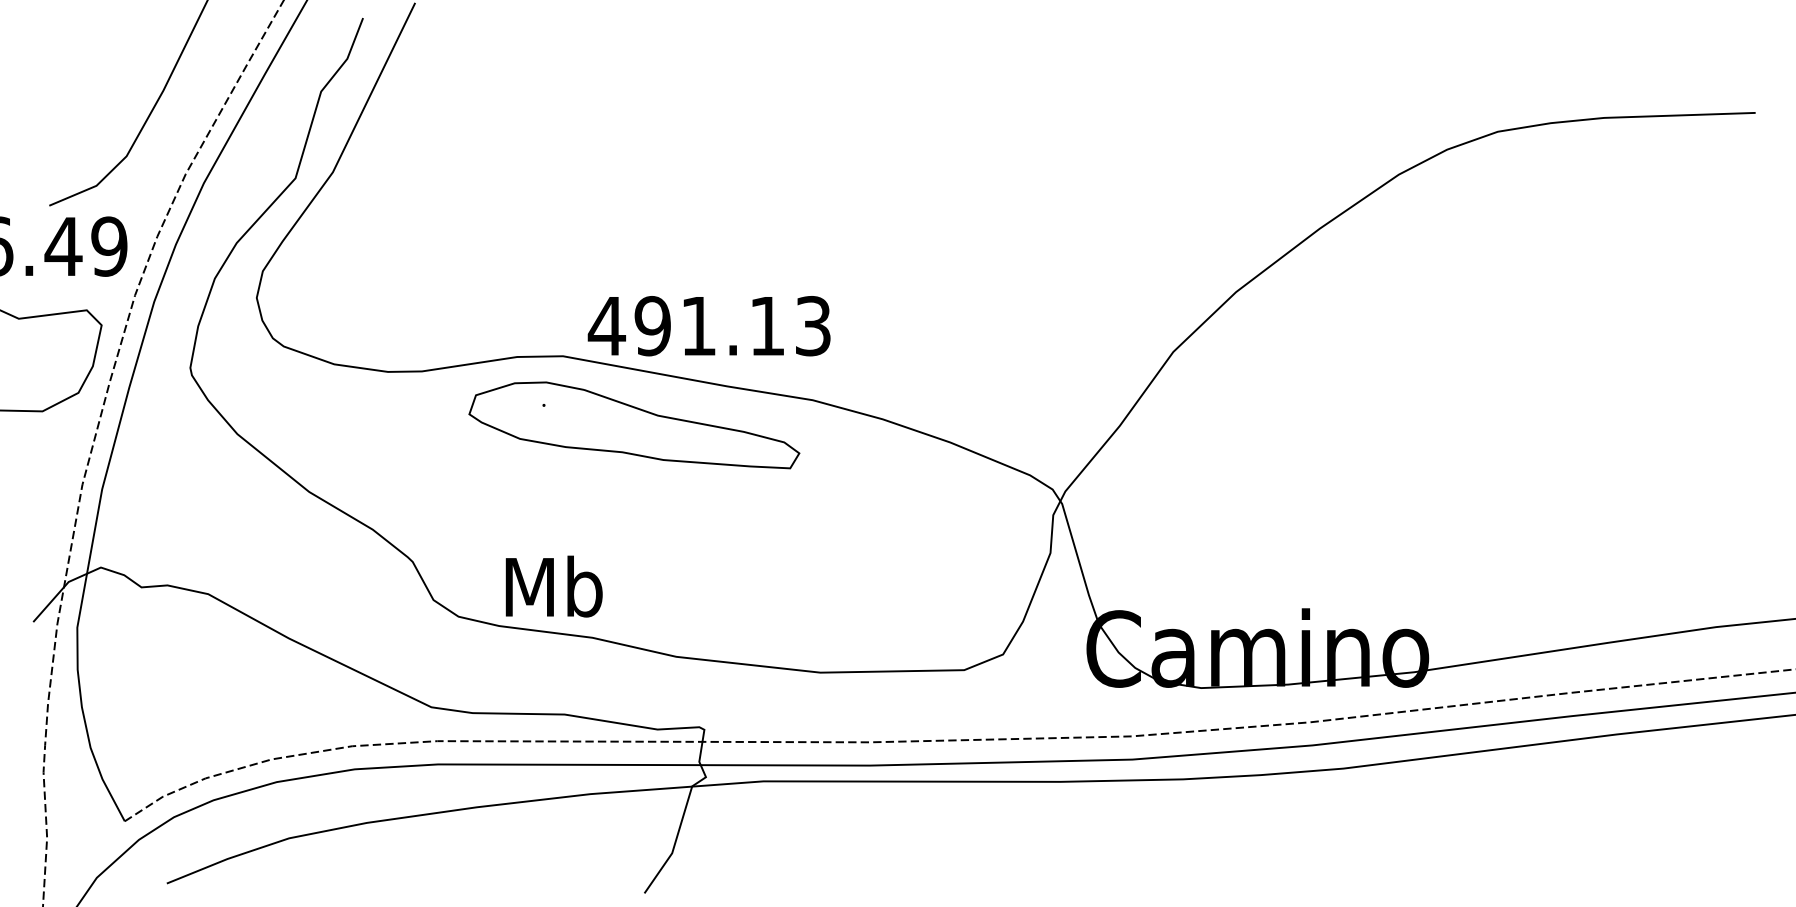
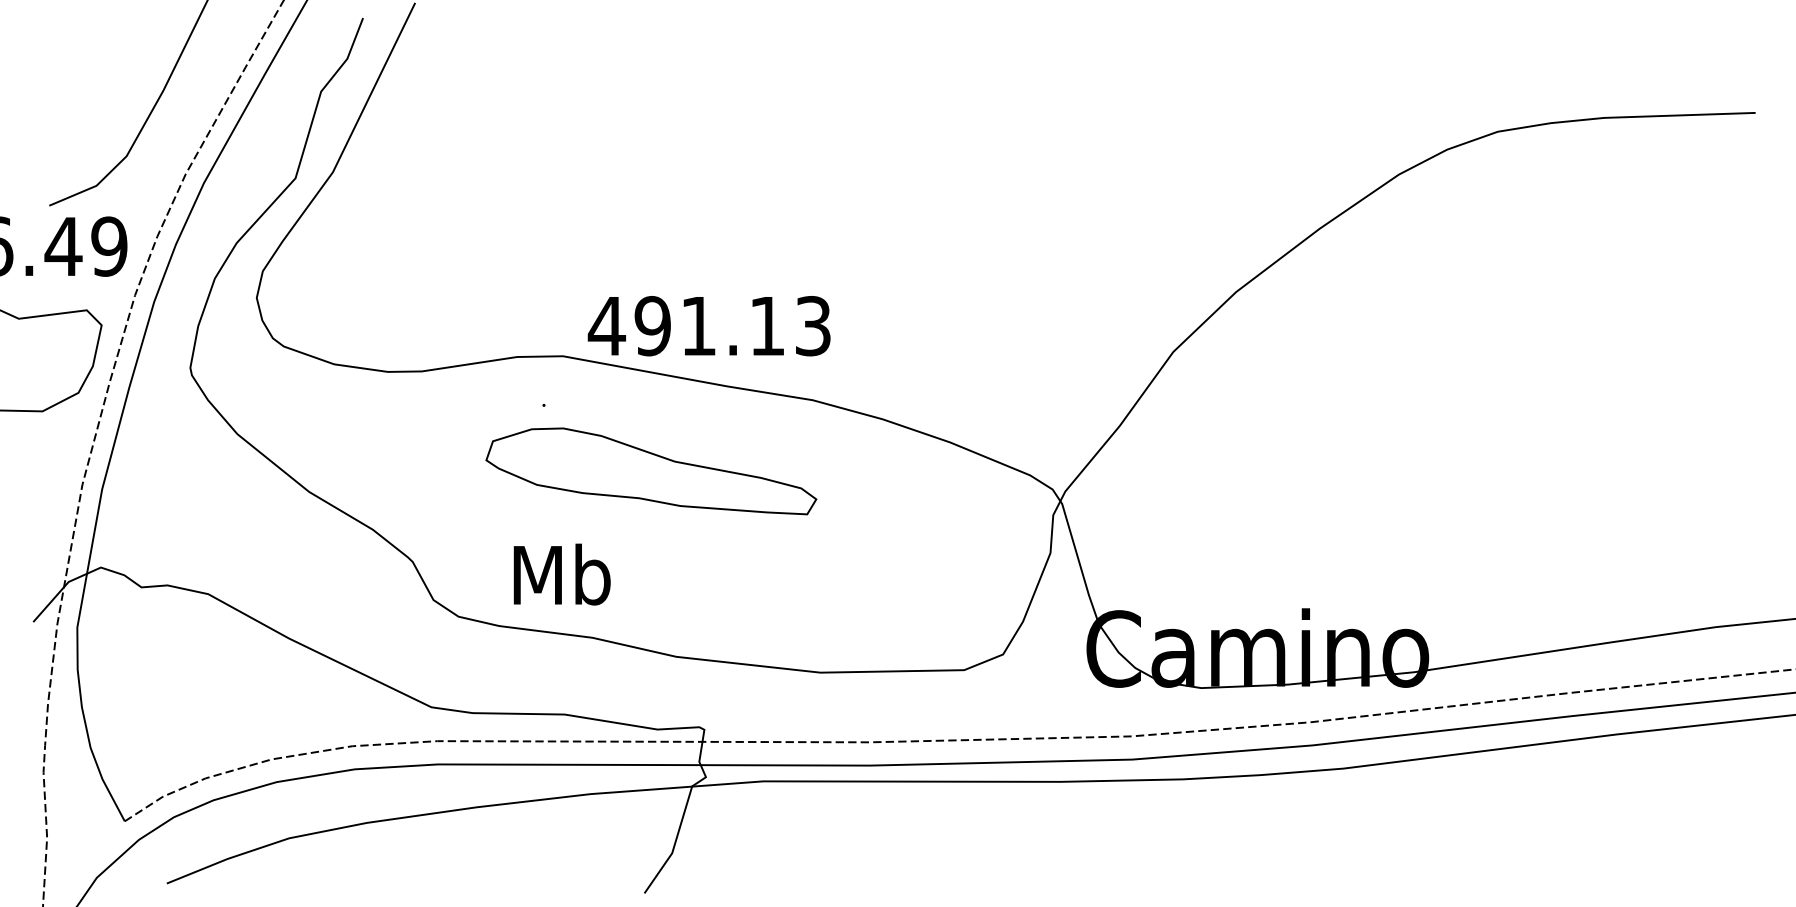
part at (634, 425) position: (634, 425) -> (651, 471)
text at (553, 586) position: (553, 586) -> (561, 574)
